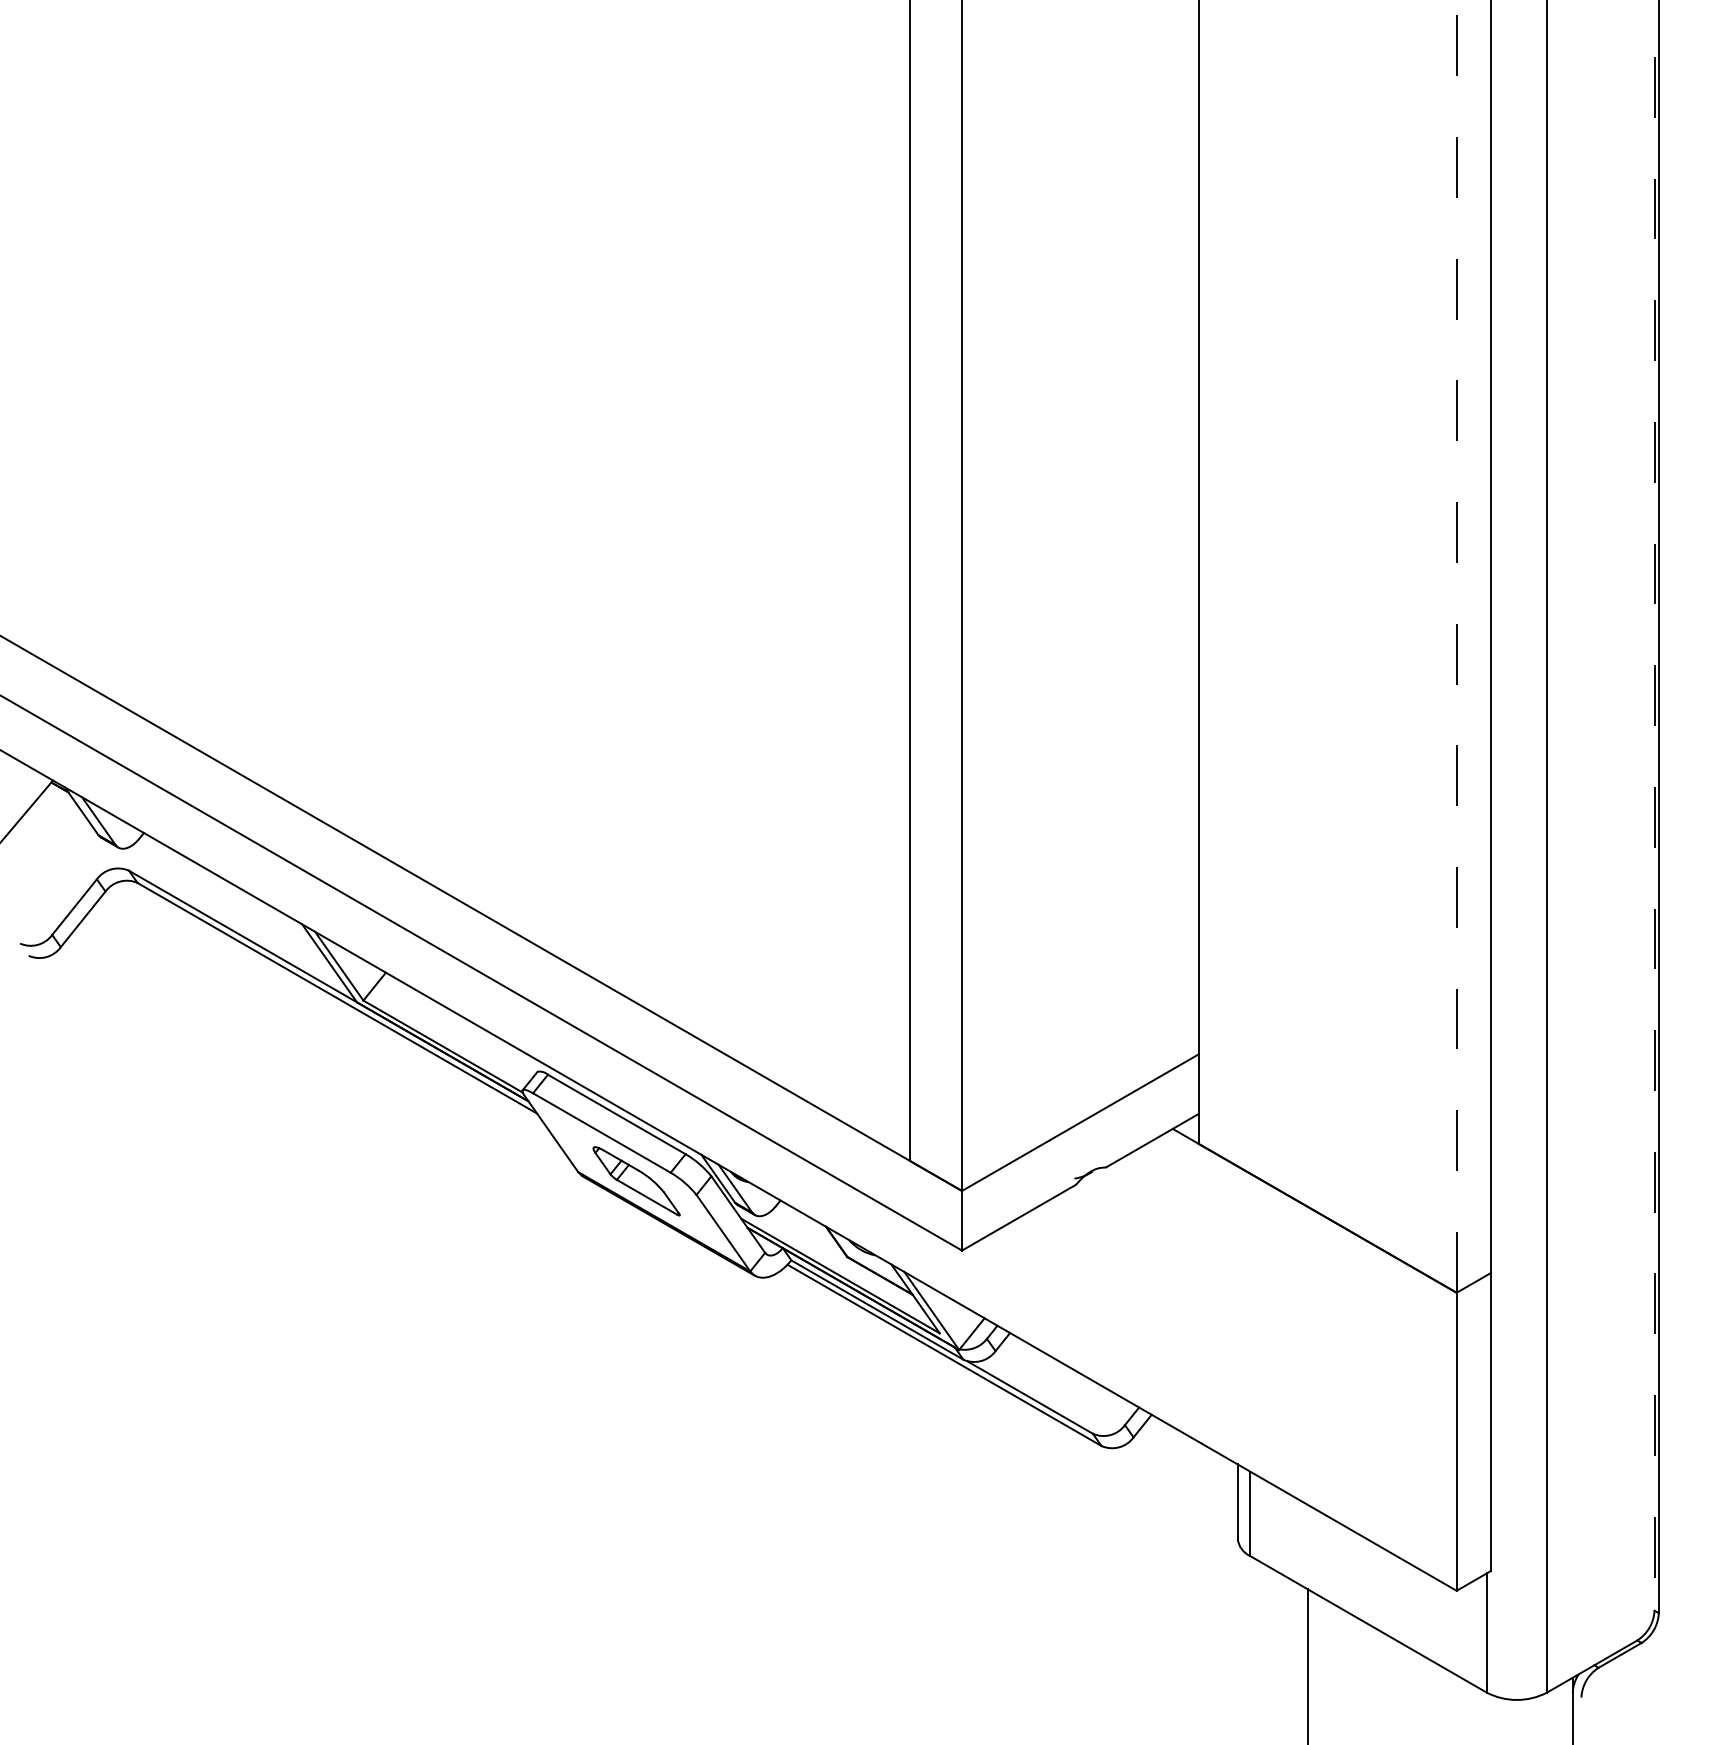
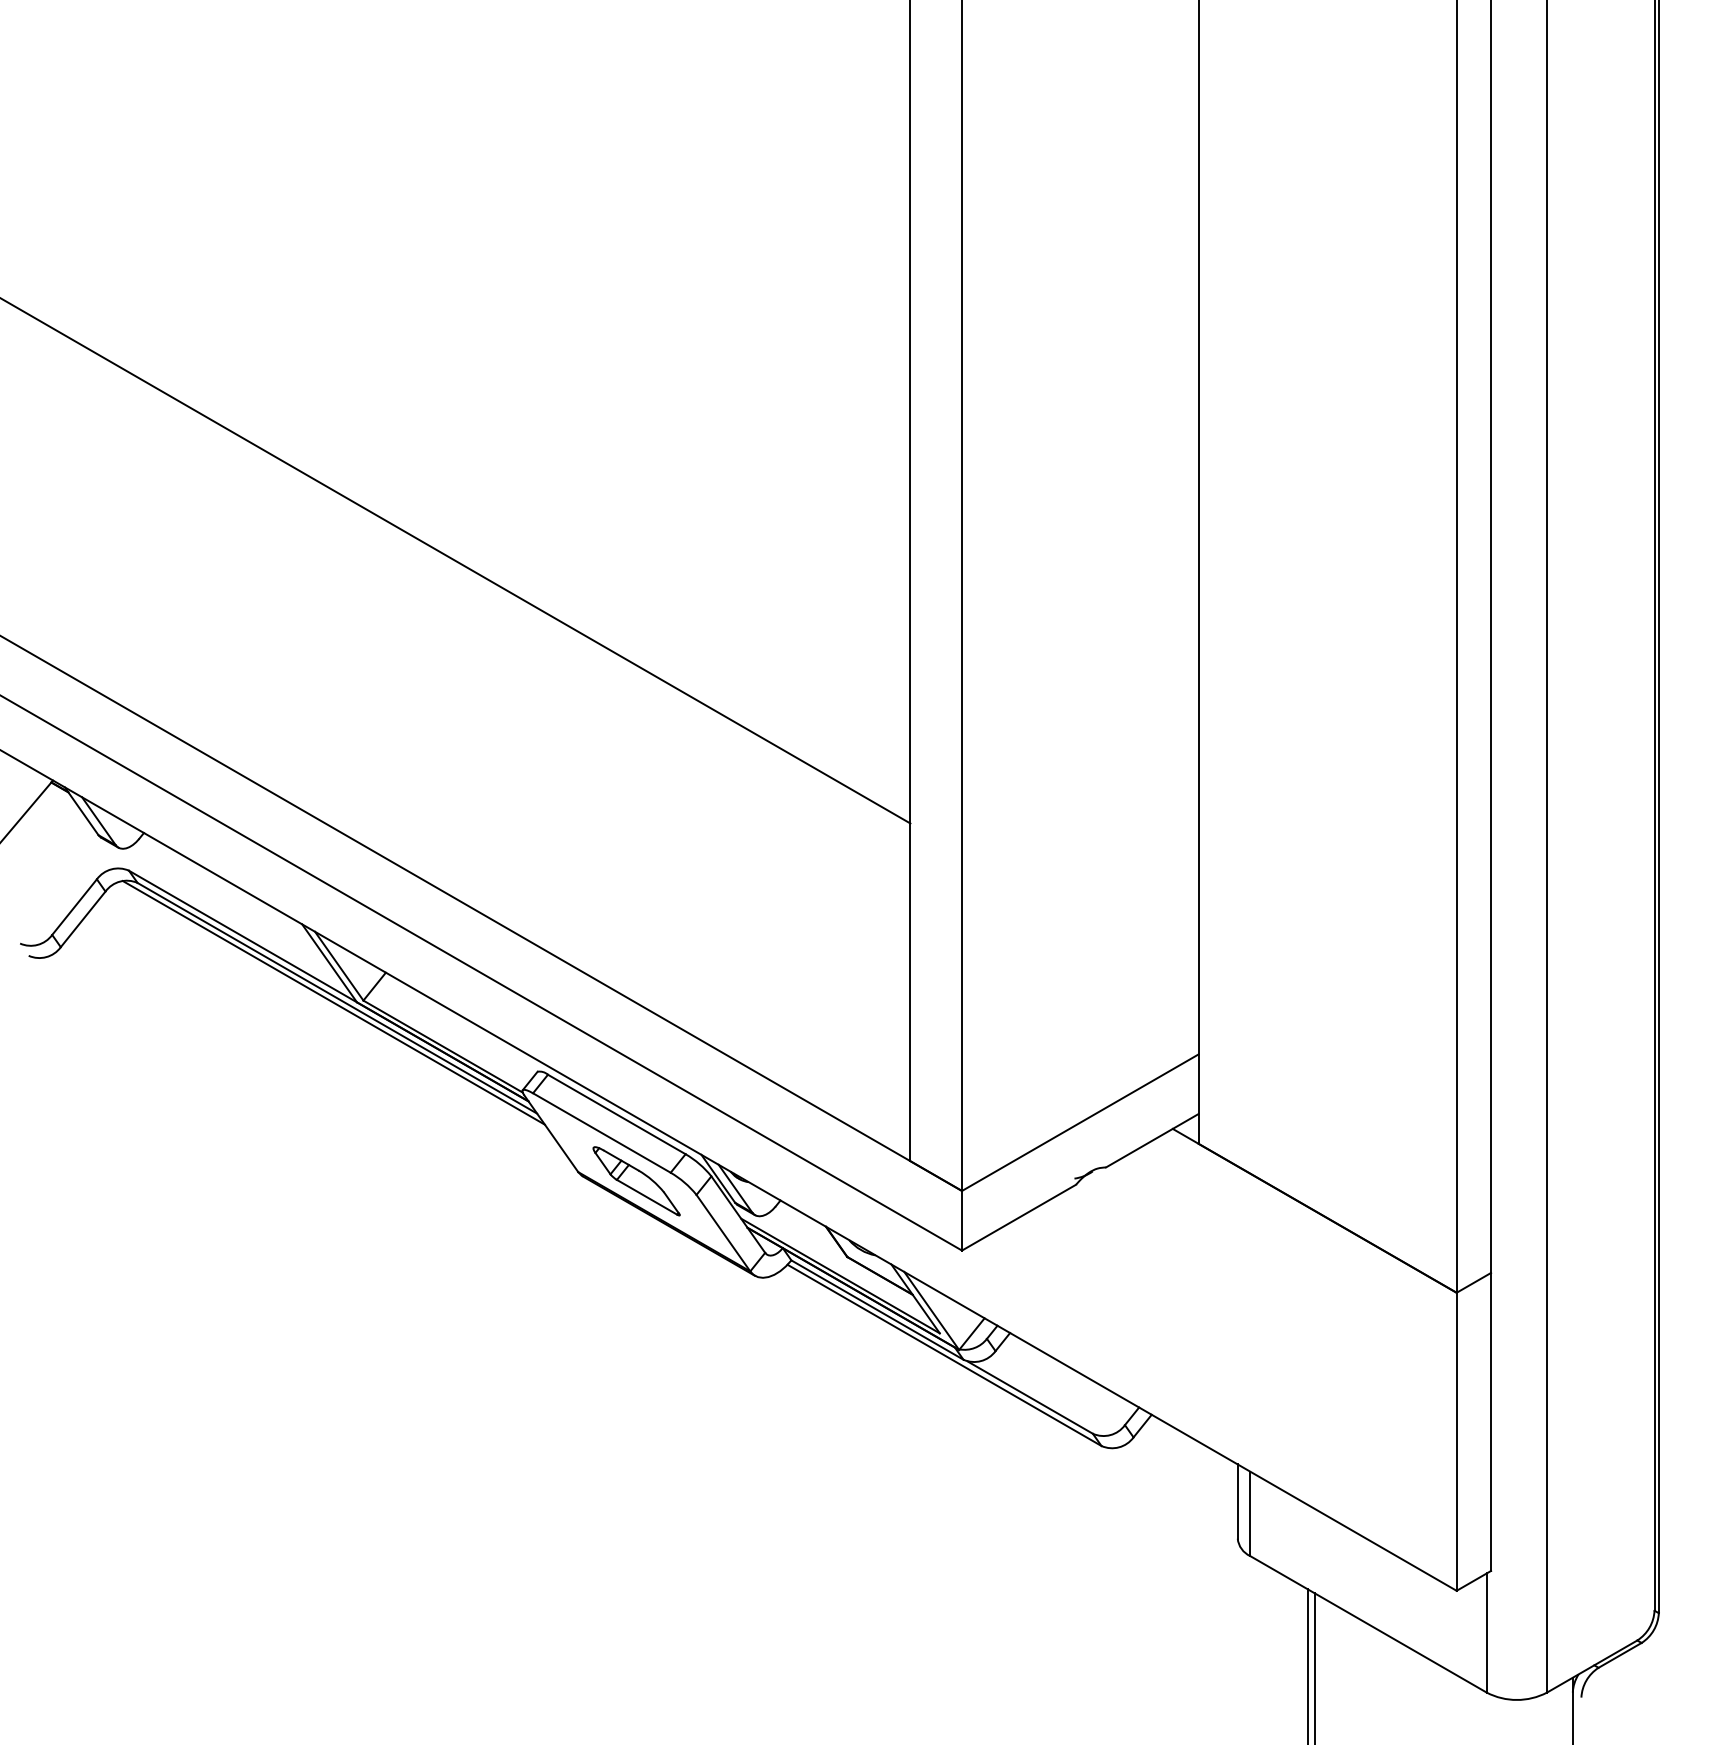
line at (456, 561): none -> present
line at (1456, 646): dashed -> solid
line at (1654, 806): dashed -> solid
line at (333, 1002): none -> present
line at (1314, 1667): none -> present
